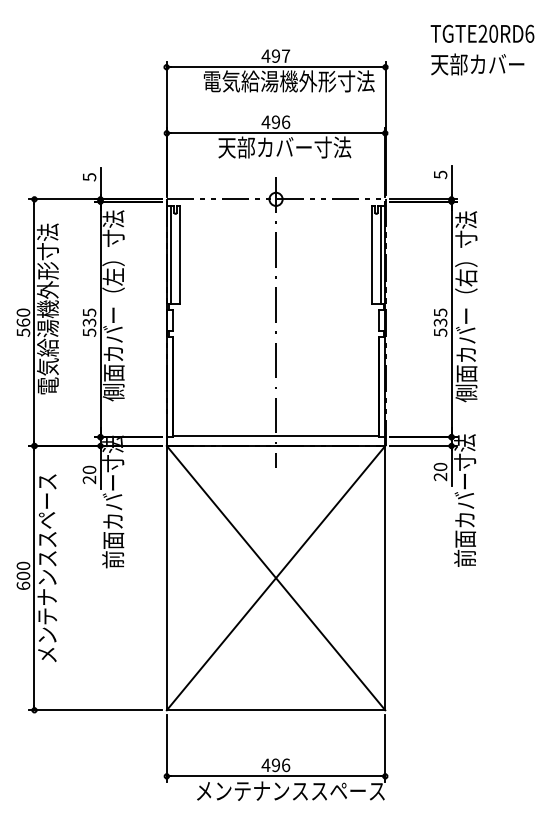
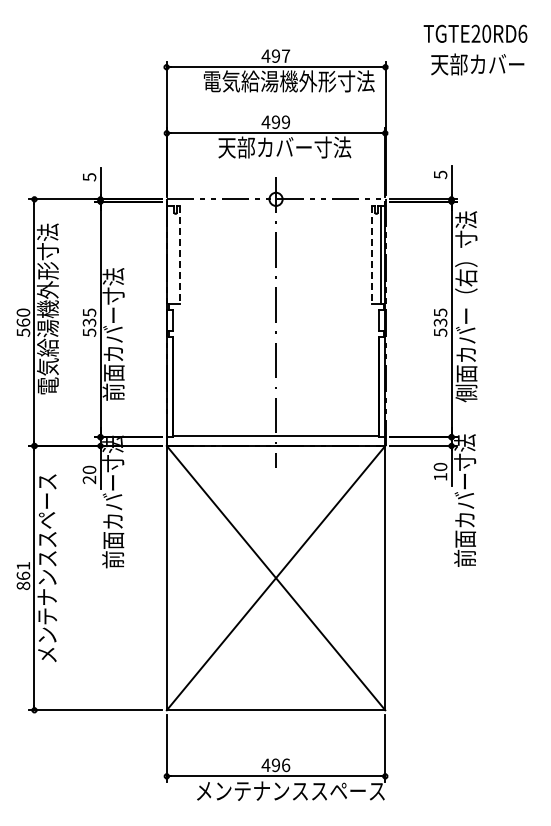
text at (482, 33) position: (482, 33) -> (475, 33)
text at (285, 121): 496 -> 499
line at (171, 254): present -> none
line at (180, 255): solid -> dashed
line at (372, 255): solid -> dashed
text at (113, 305): 側面カバー（左）寸法 -> 前面カバー寸法
text at (440, 476): 20 -> 10
text at (23, 575): 600 -> 861
